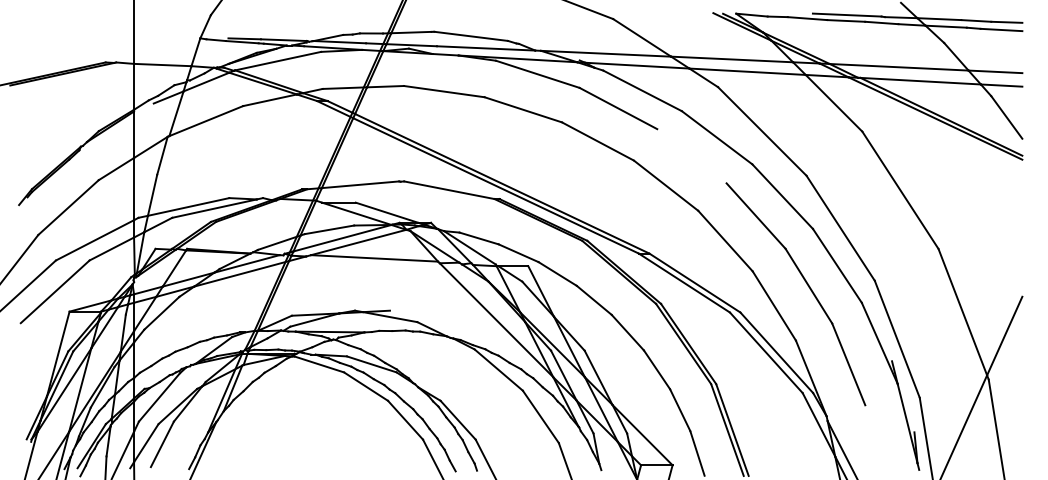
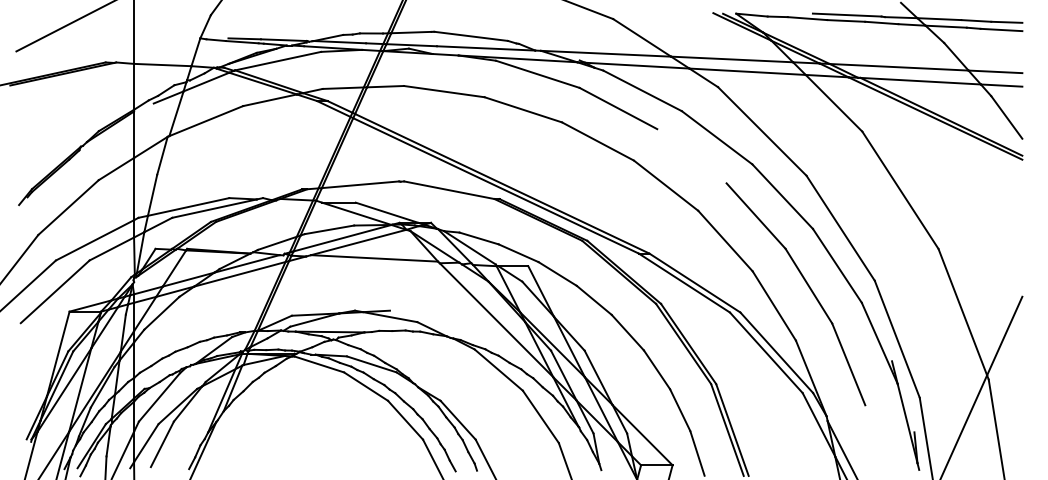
line at (64, 26): none -> present
